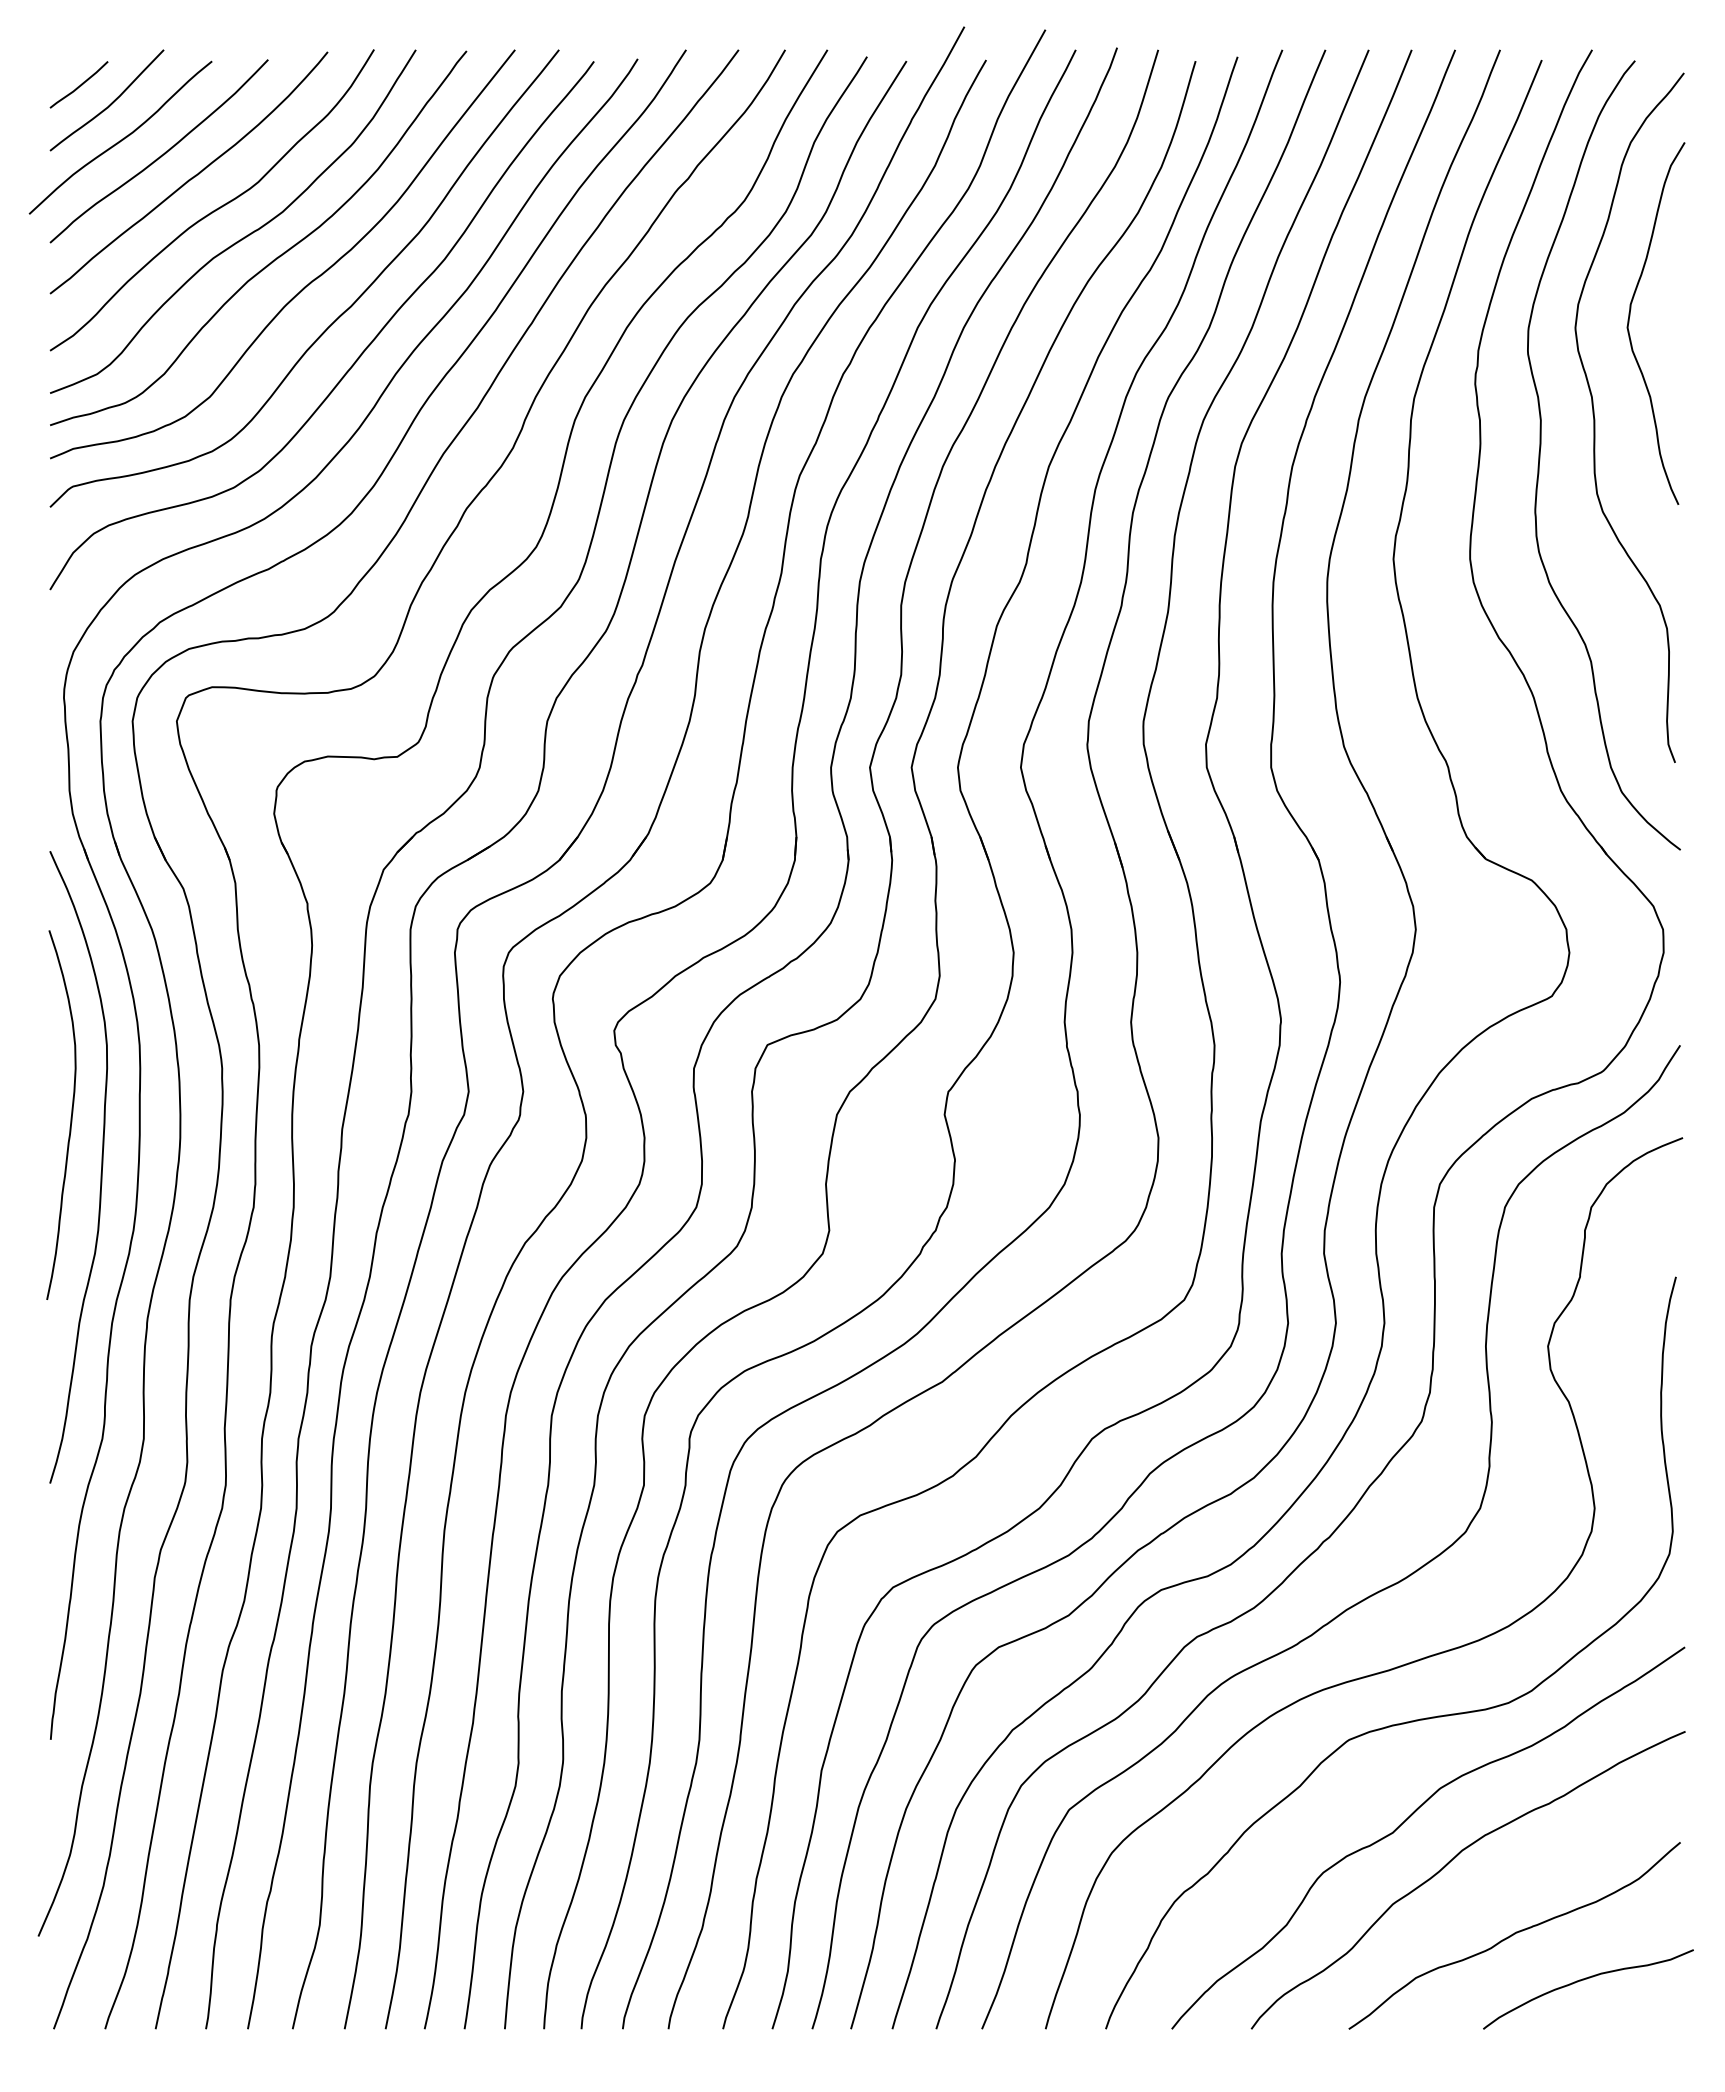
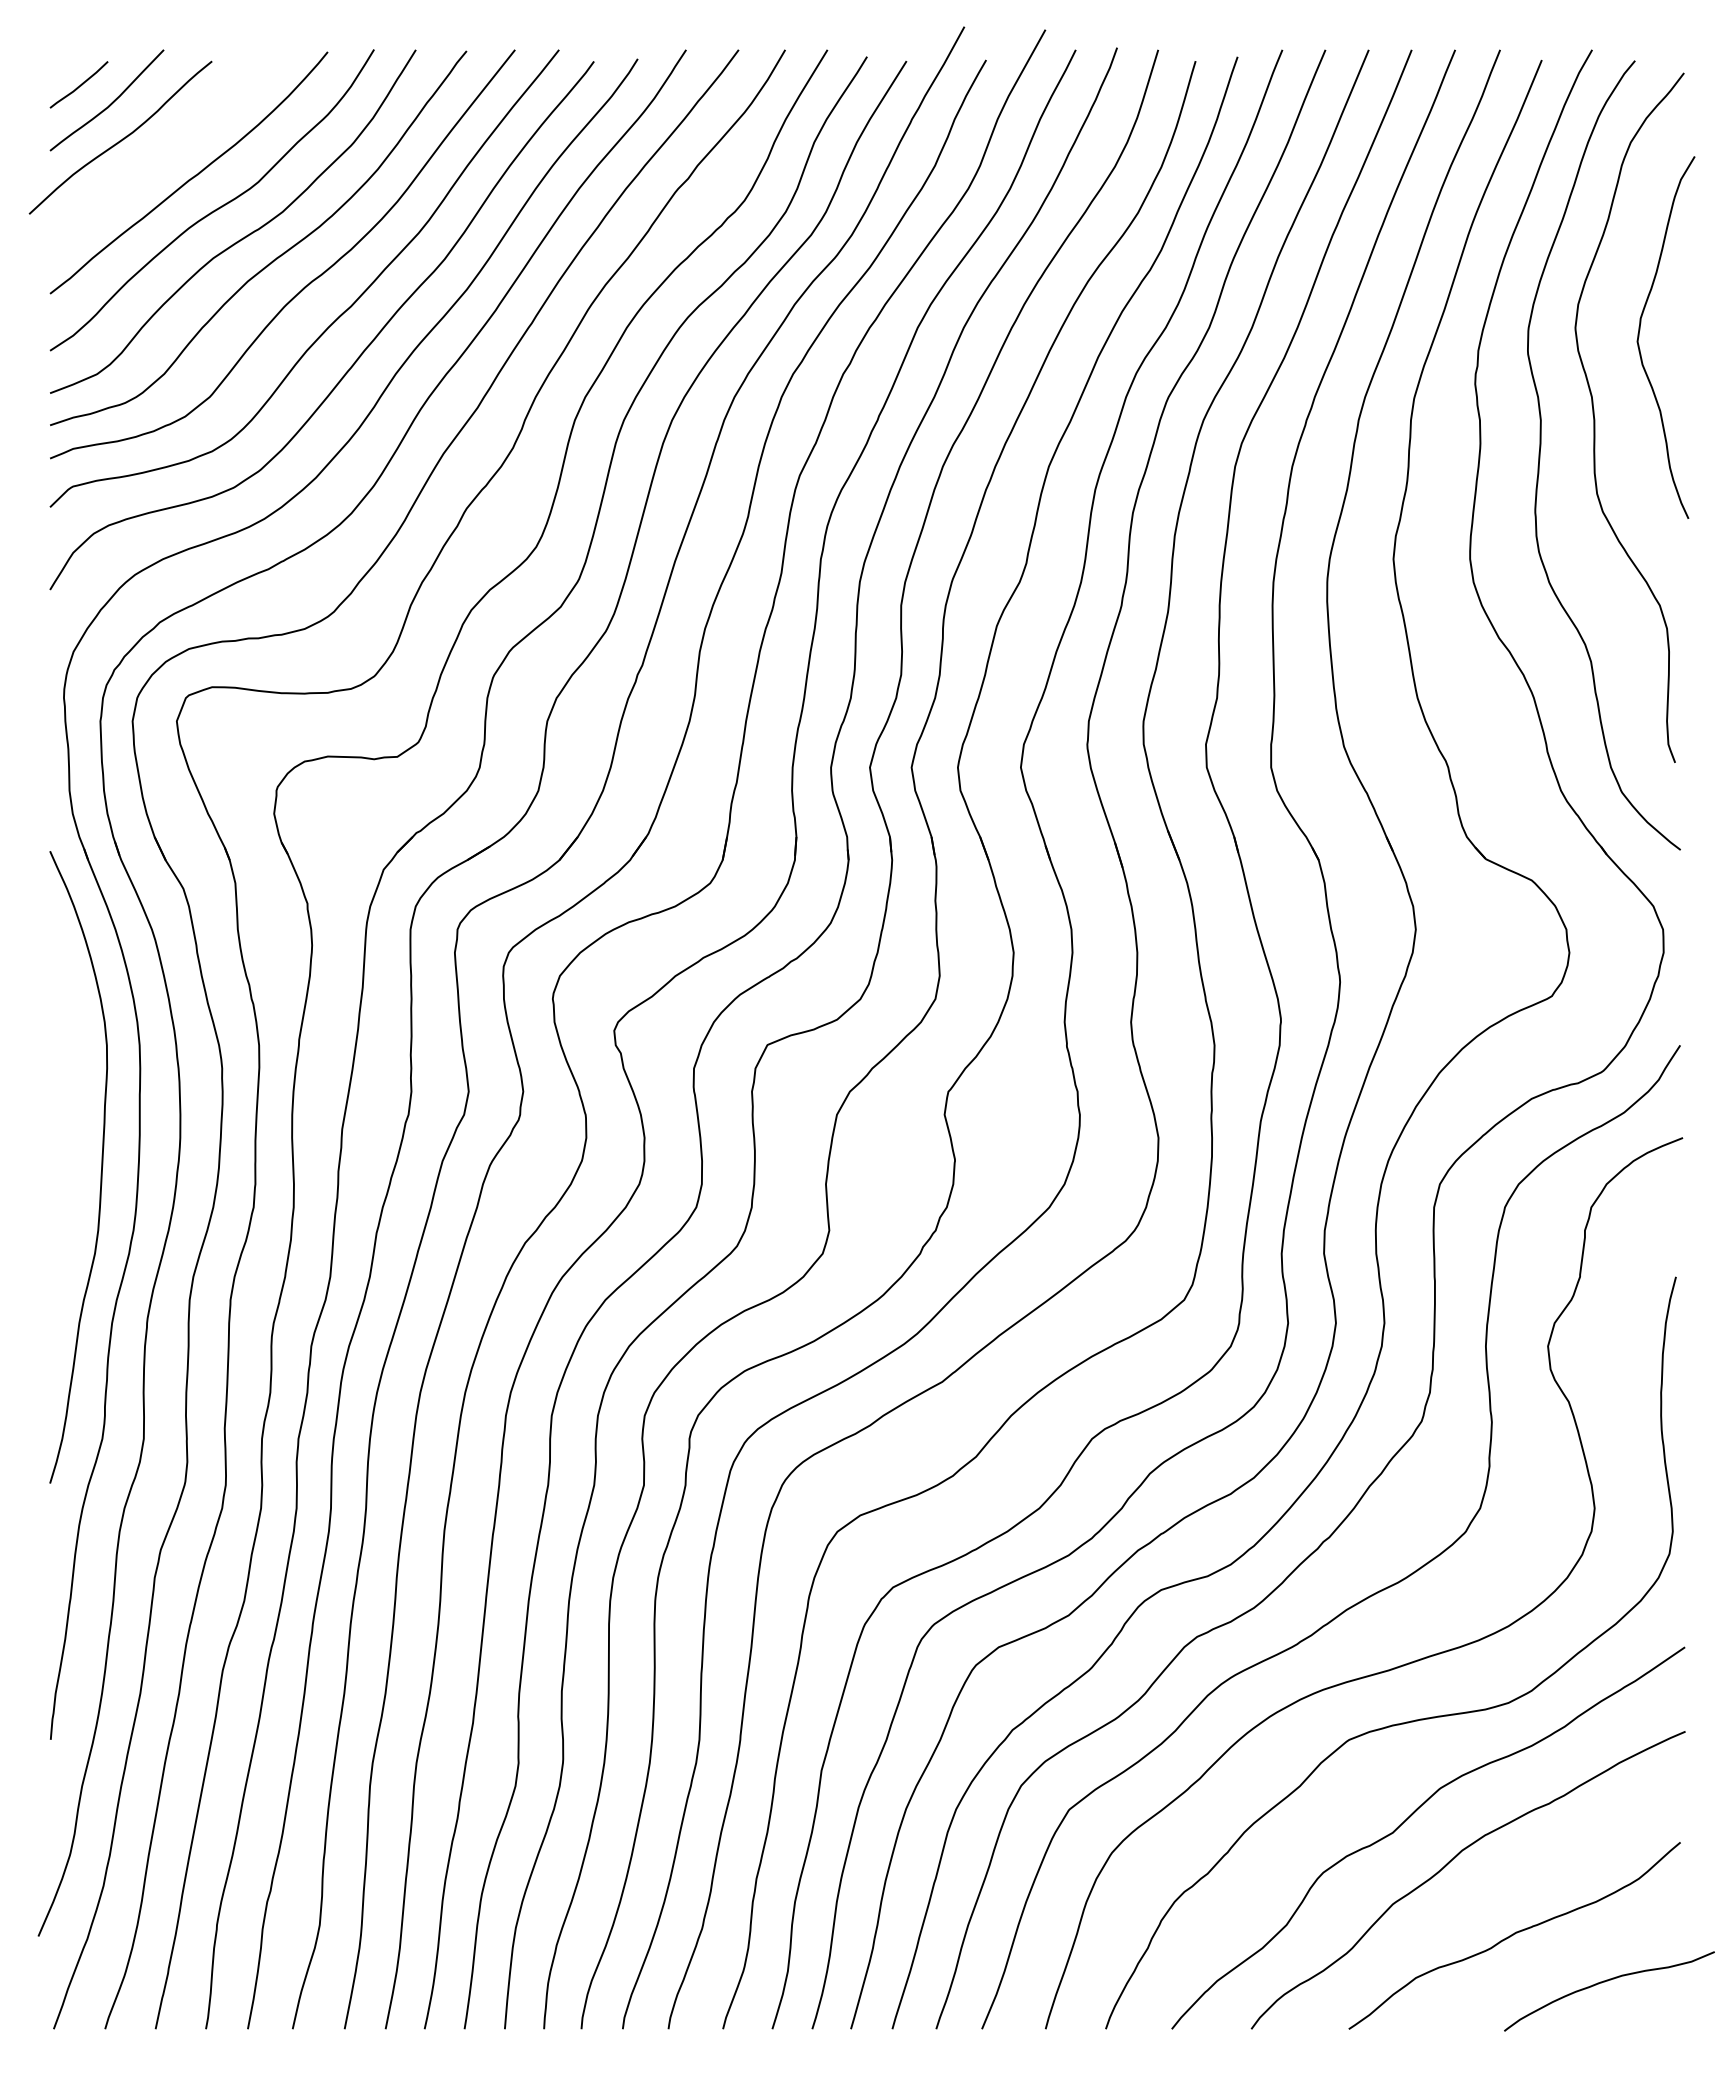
curve at (161, 154): present -> none
curve at (1630, 316) position: (1630, 316) -> (1640, 330)
curve at (70, 1117): present -> none
curve at (1587, 1979) position: (1587, 1979) -> (1608, 1981)
